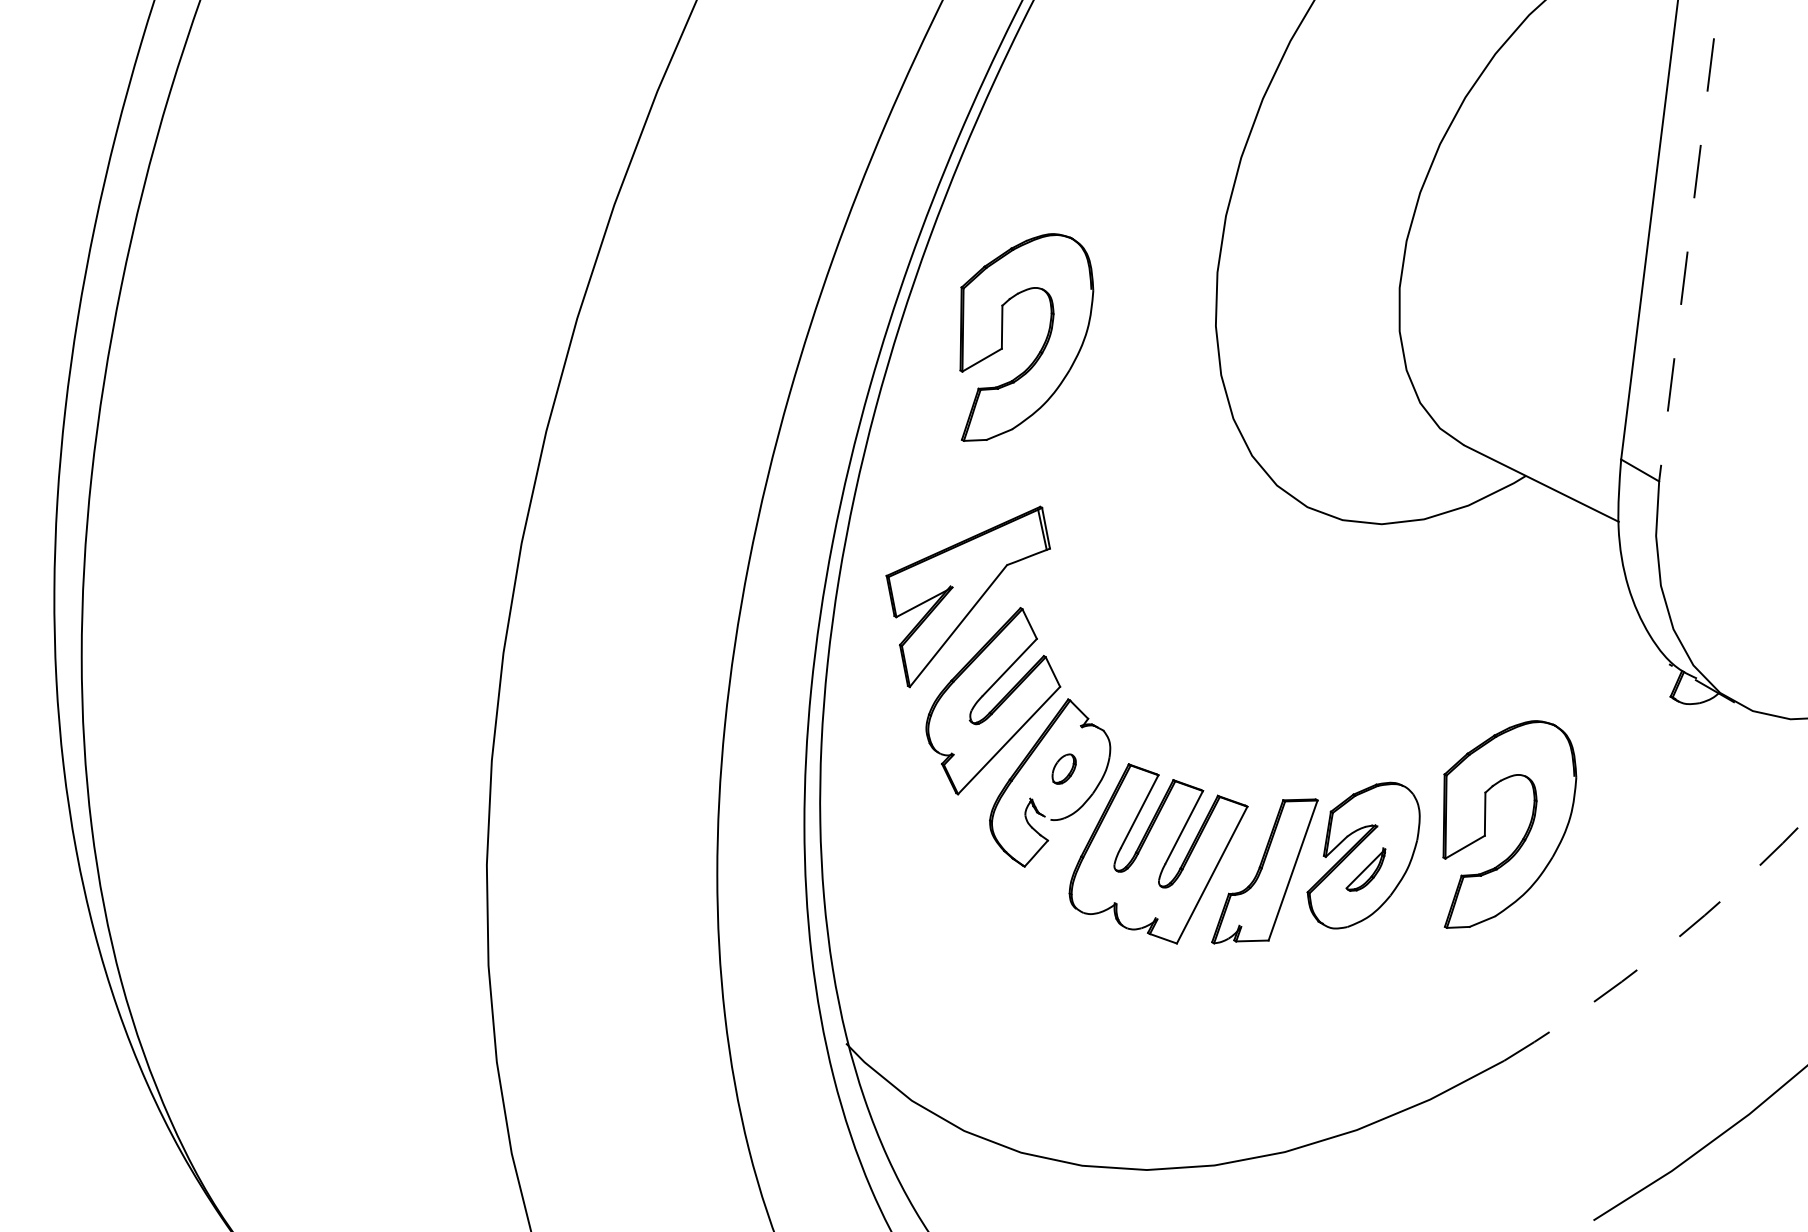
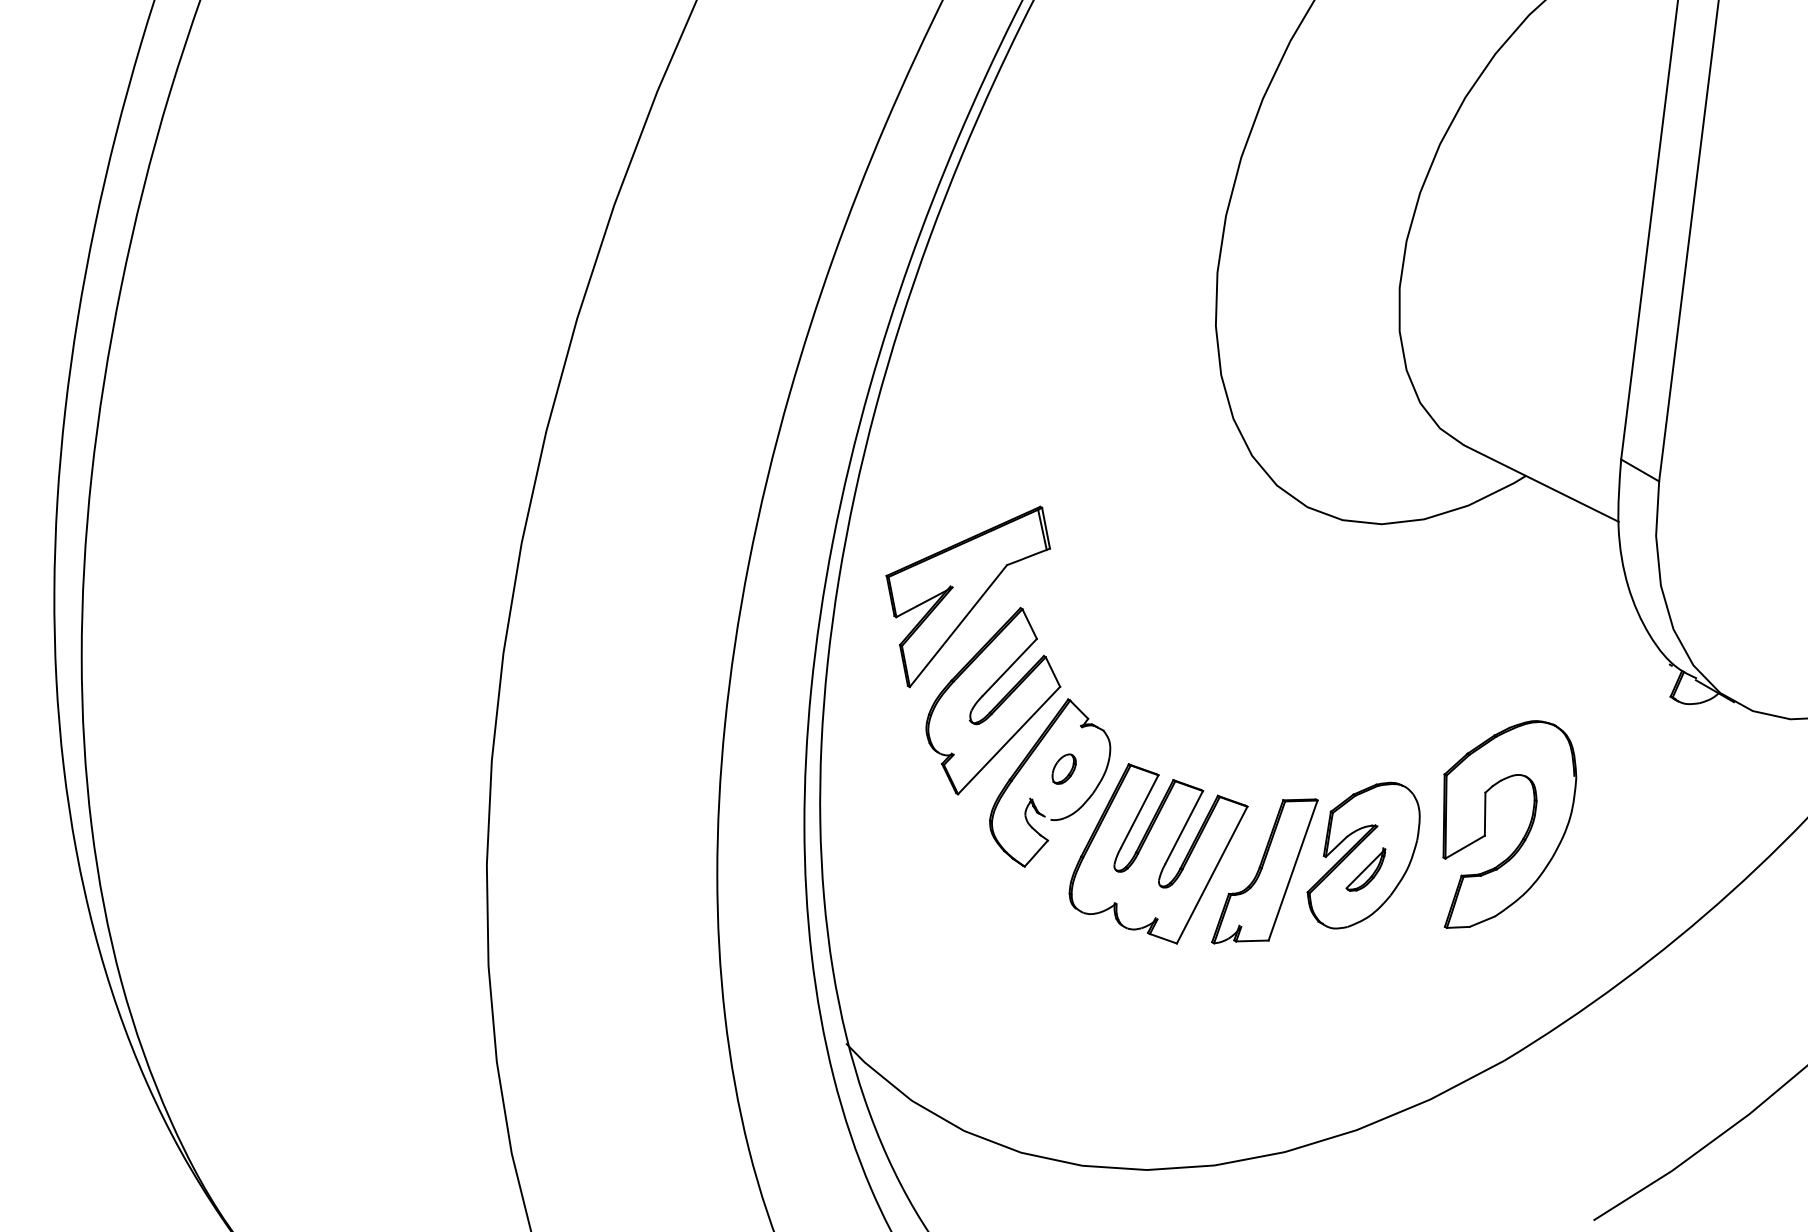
line at (1688, 241): dashed -> solid
part at (1042, 345): present -> none
arc at (1664, 948): dashed -> solid
